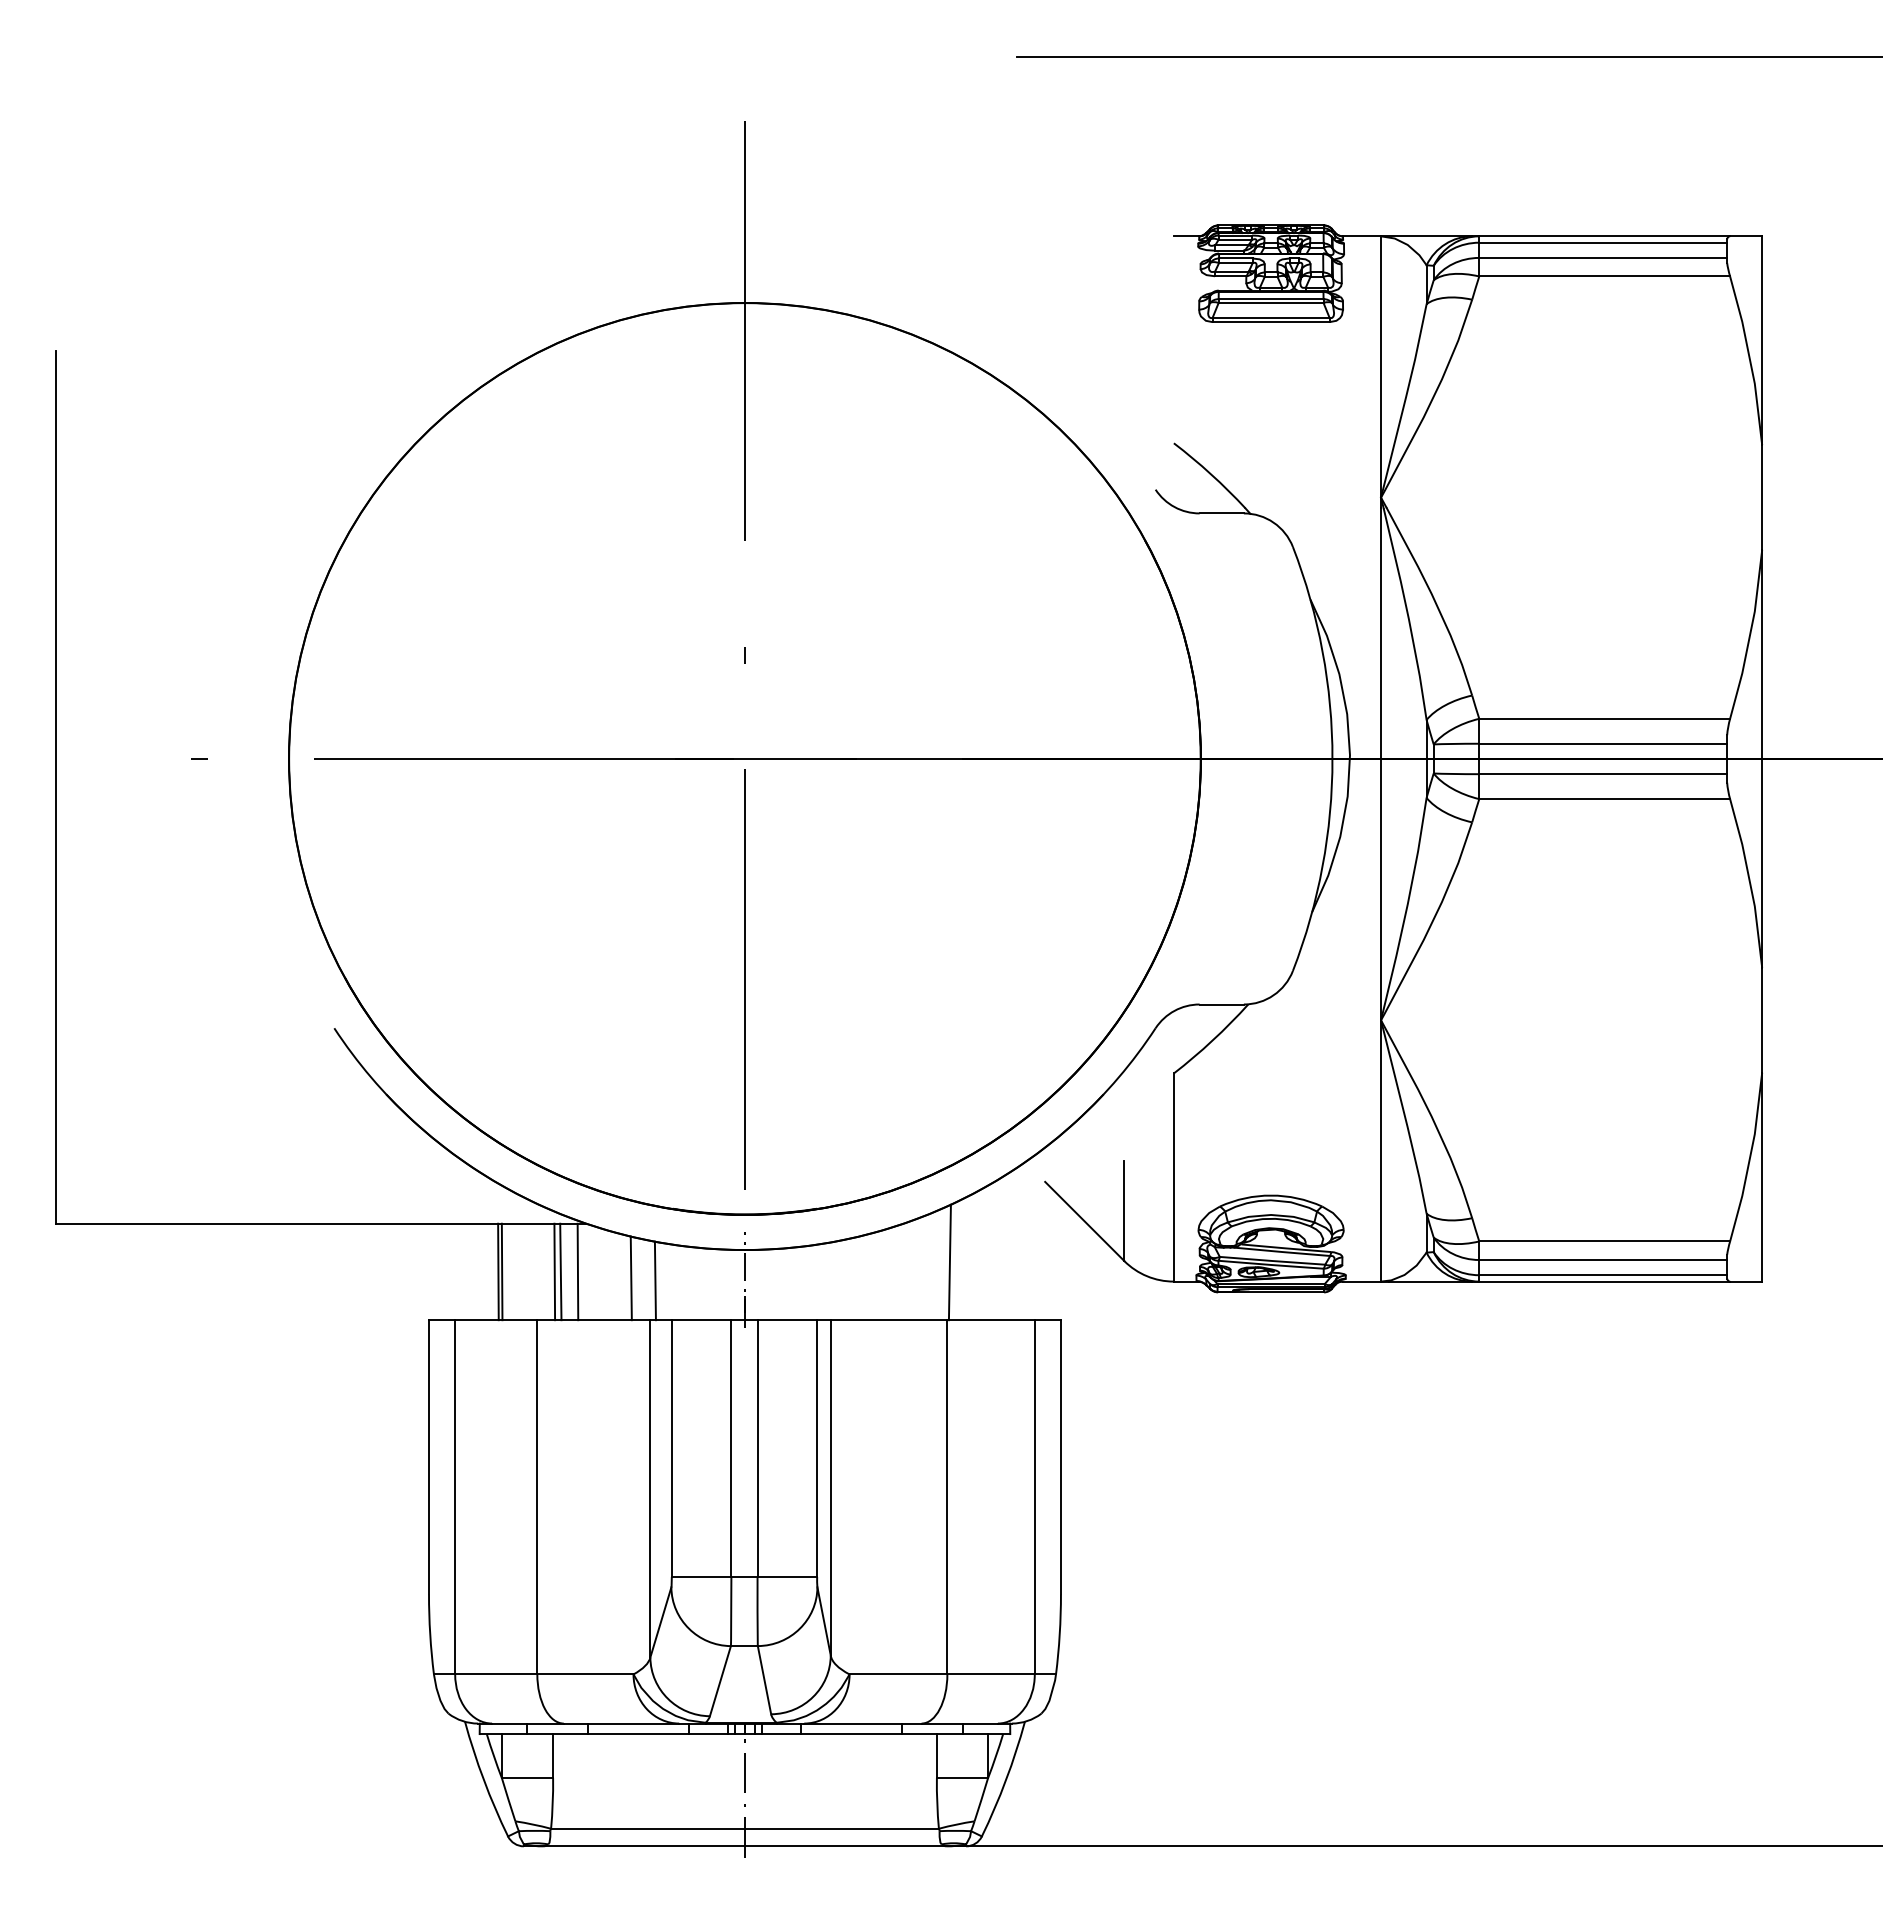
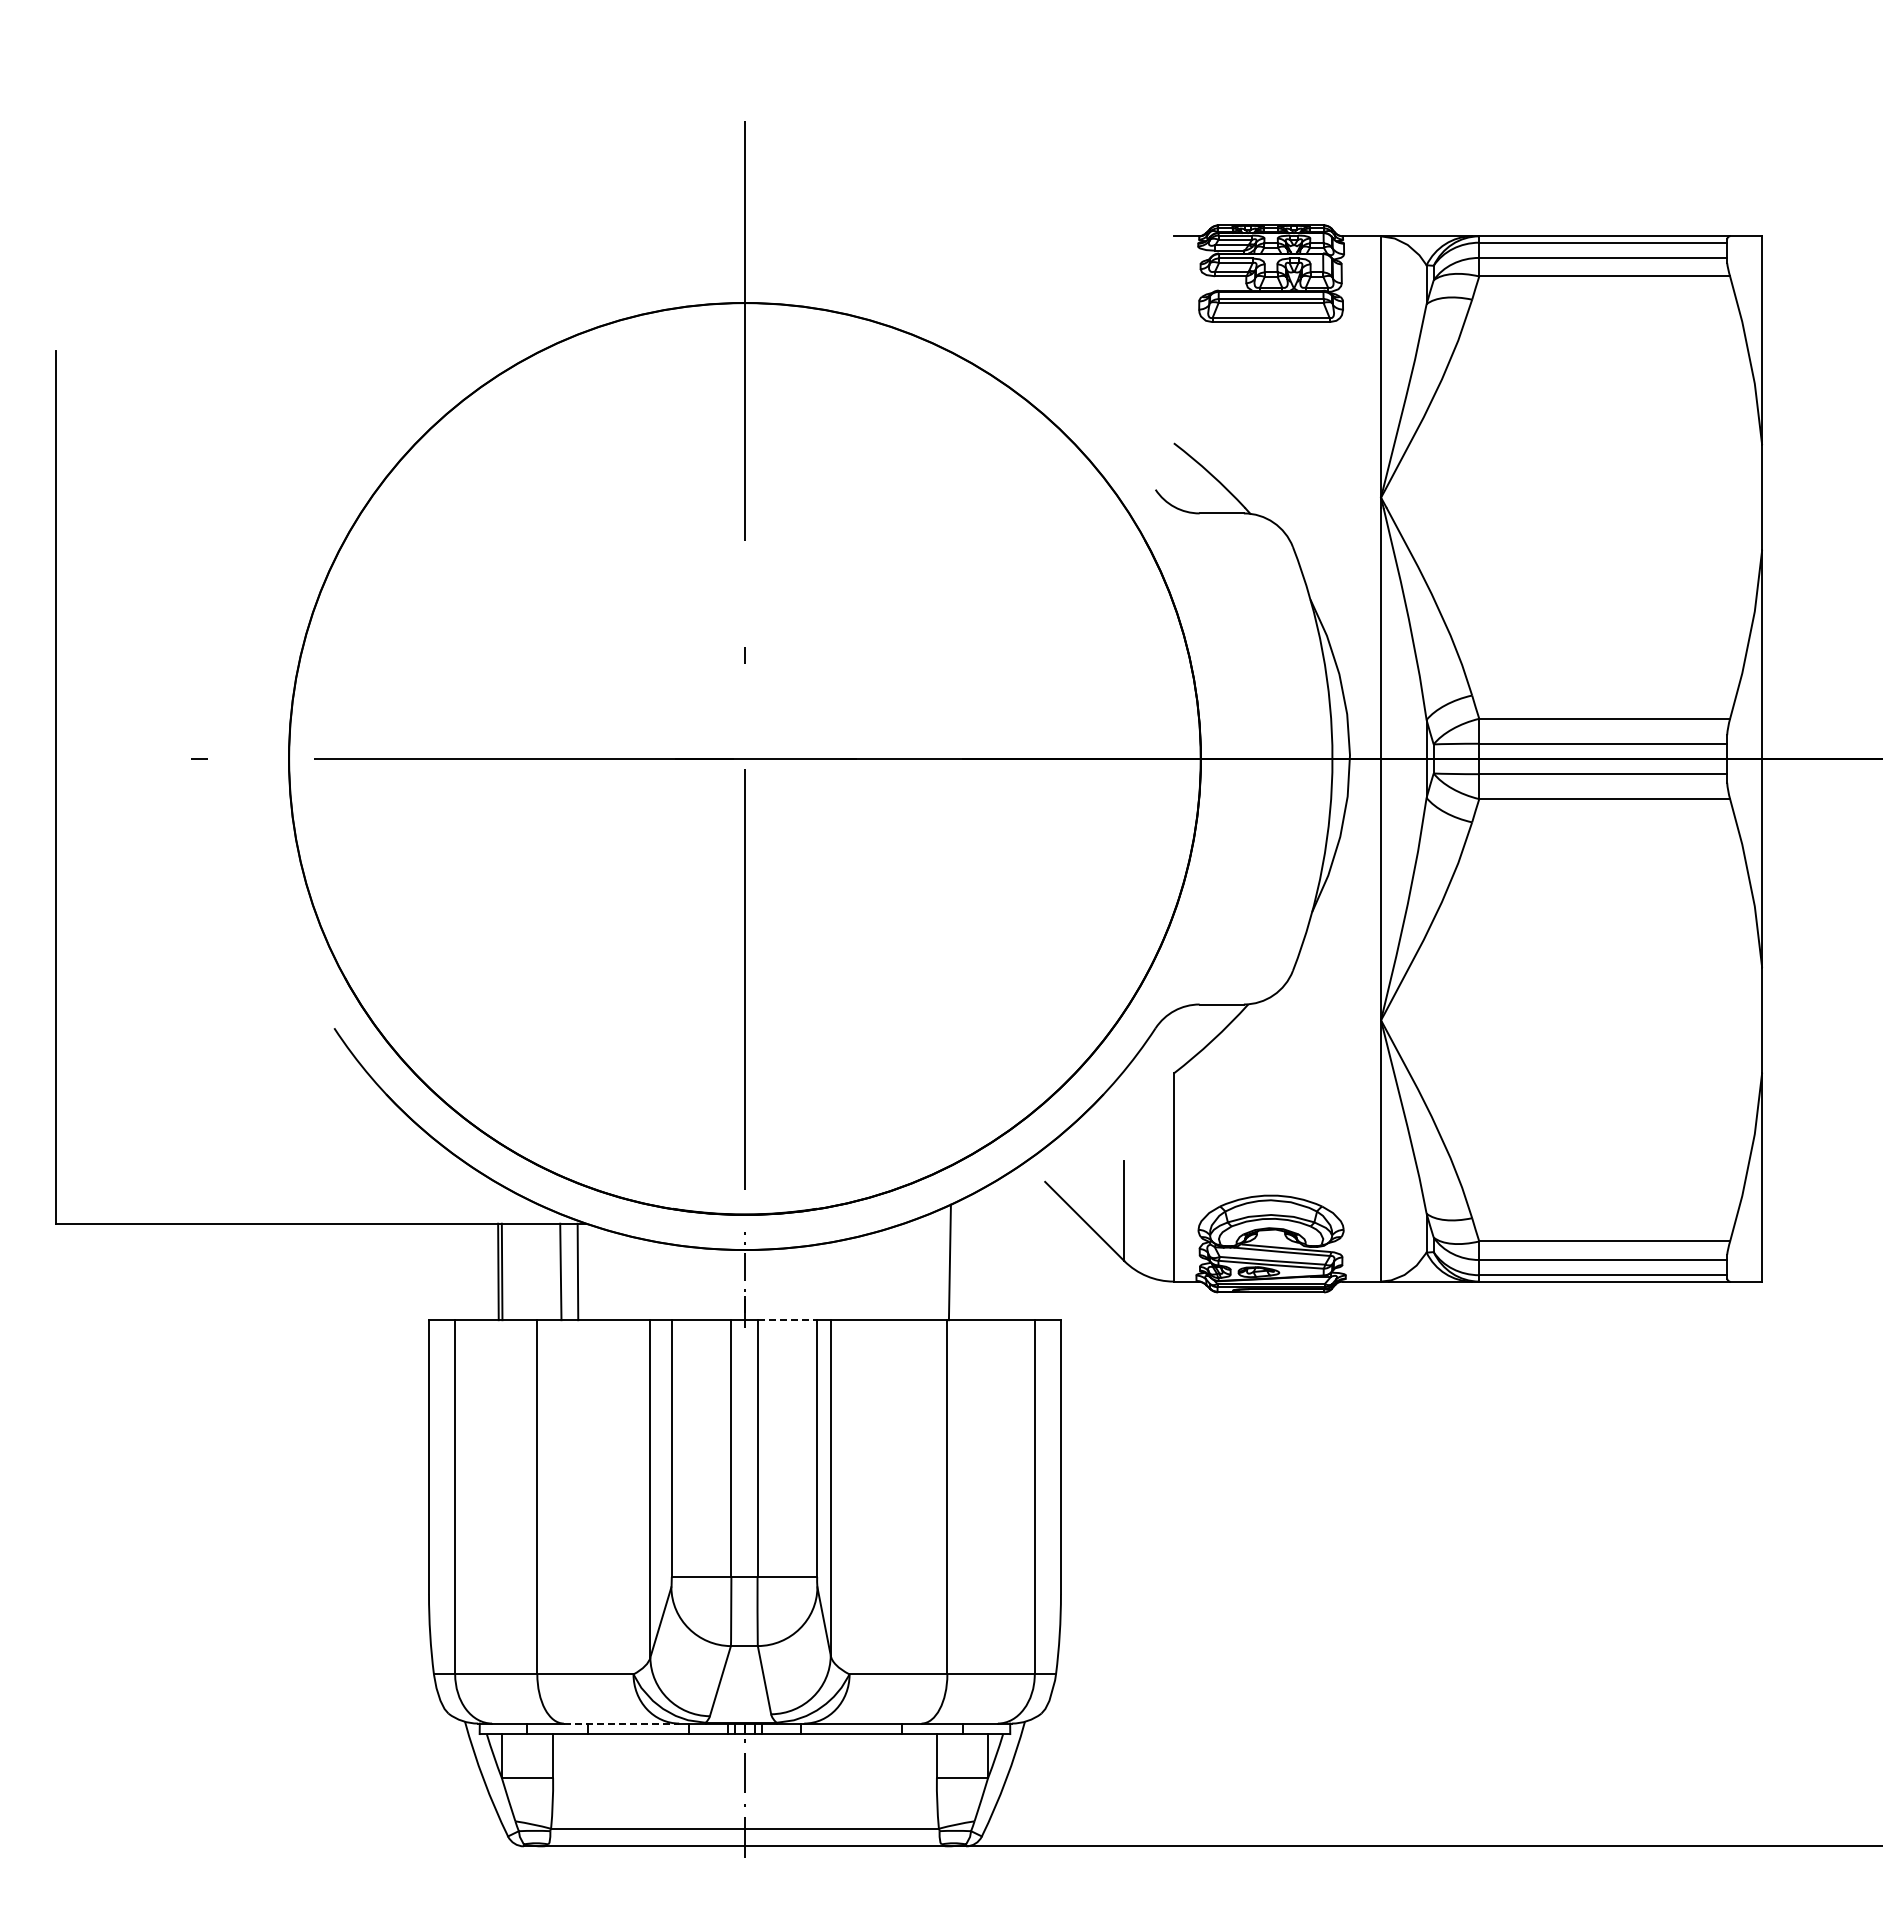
line at (1447, 57): present -> none
line at (554, 1271): present -> none
line at (630, 1278): present -> none
line at (654, 1280): present -> none
line at (787, 1320): solid -> dashed
line at (621, 1723): solid -> dashed
